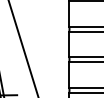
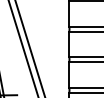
line at (29, 48): none -> present
